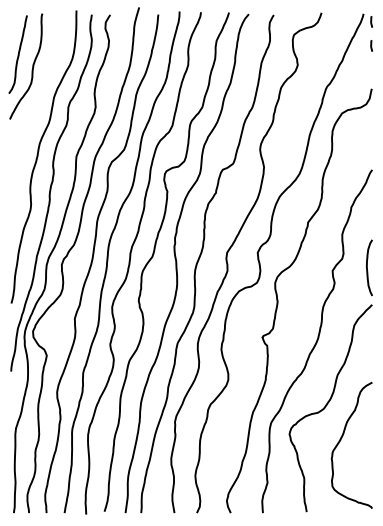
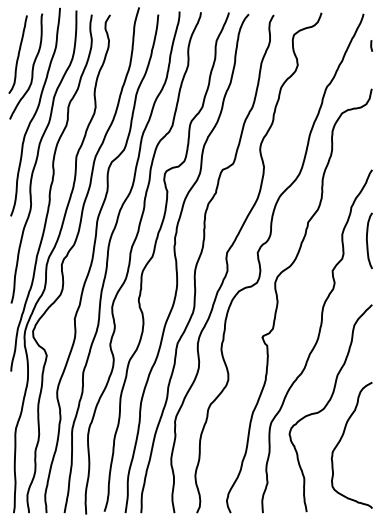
line at (371, 21): present -> none
curve at (35, 111): none -> present
curve at (367, 267) position: (367, 267) -> (367, 240)
